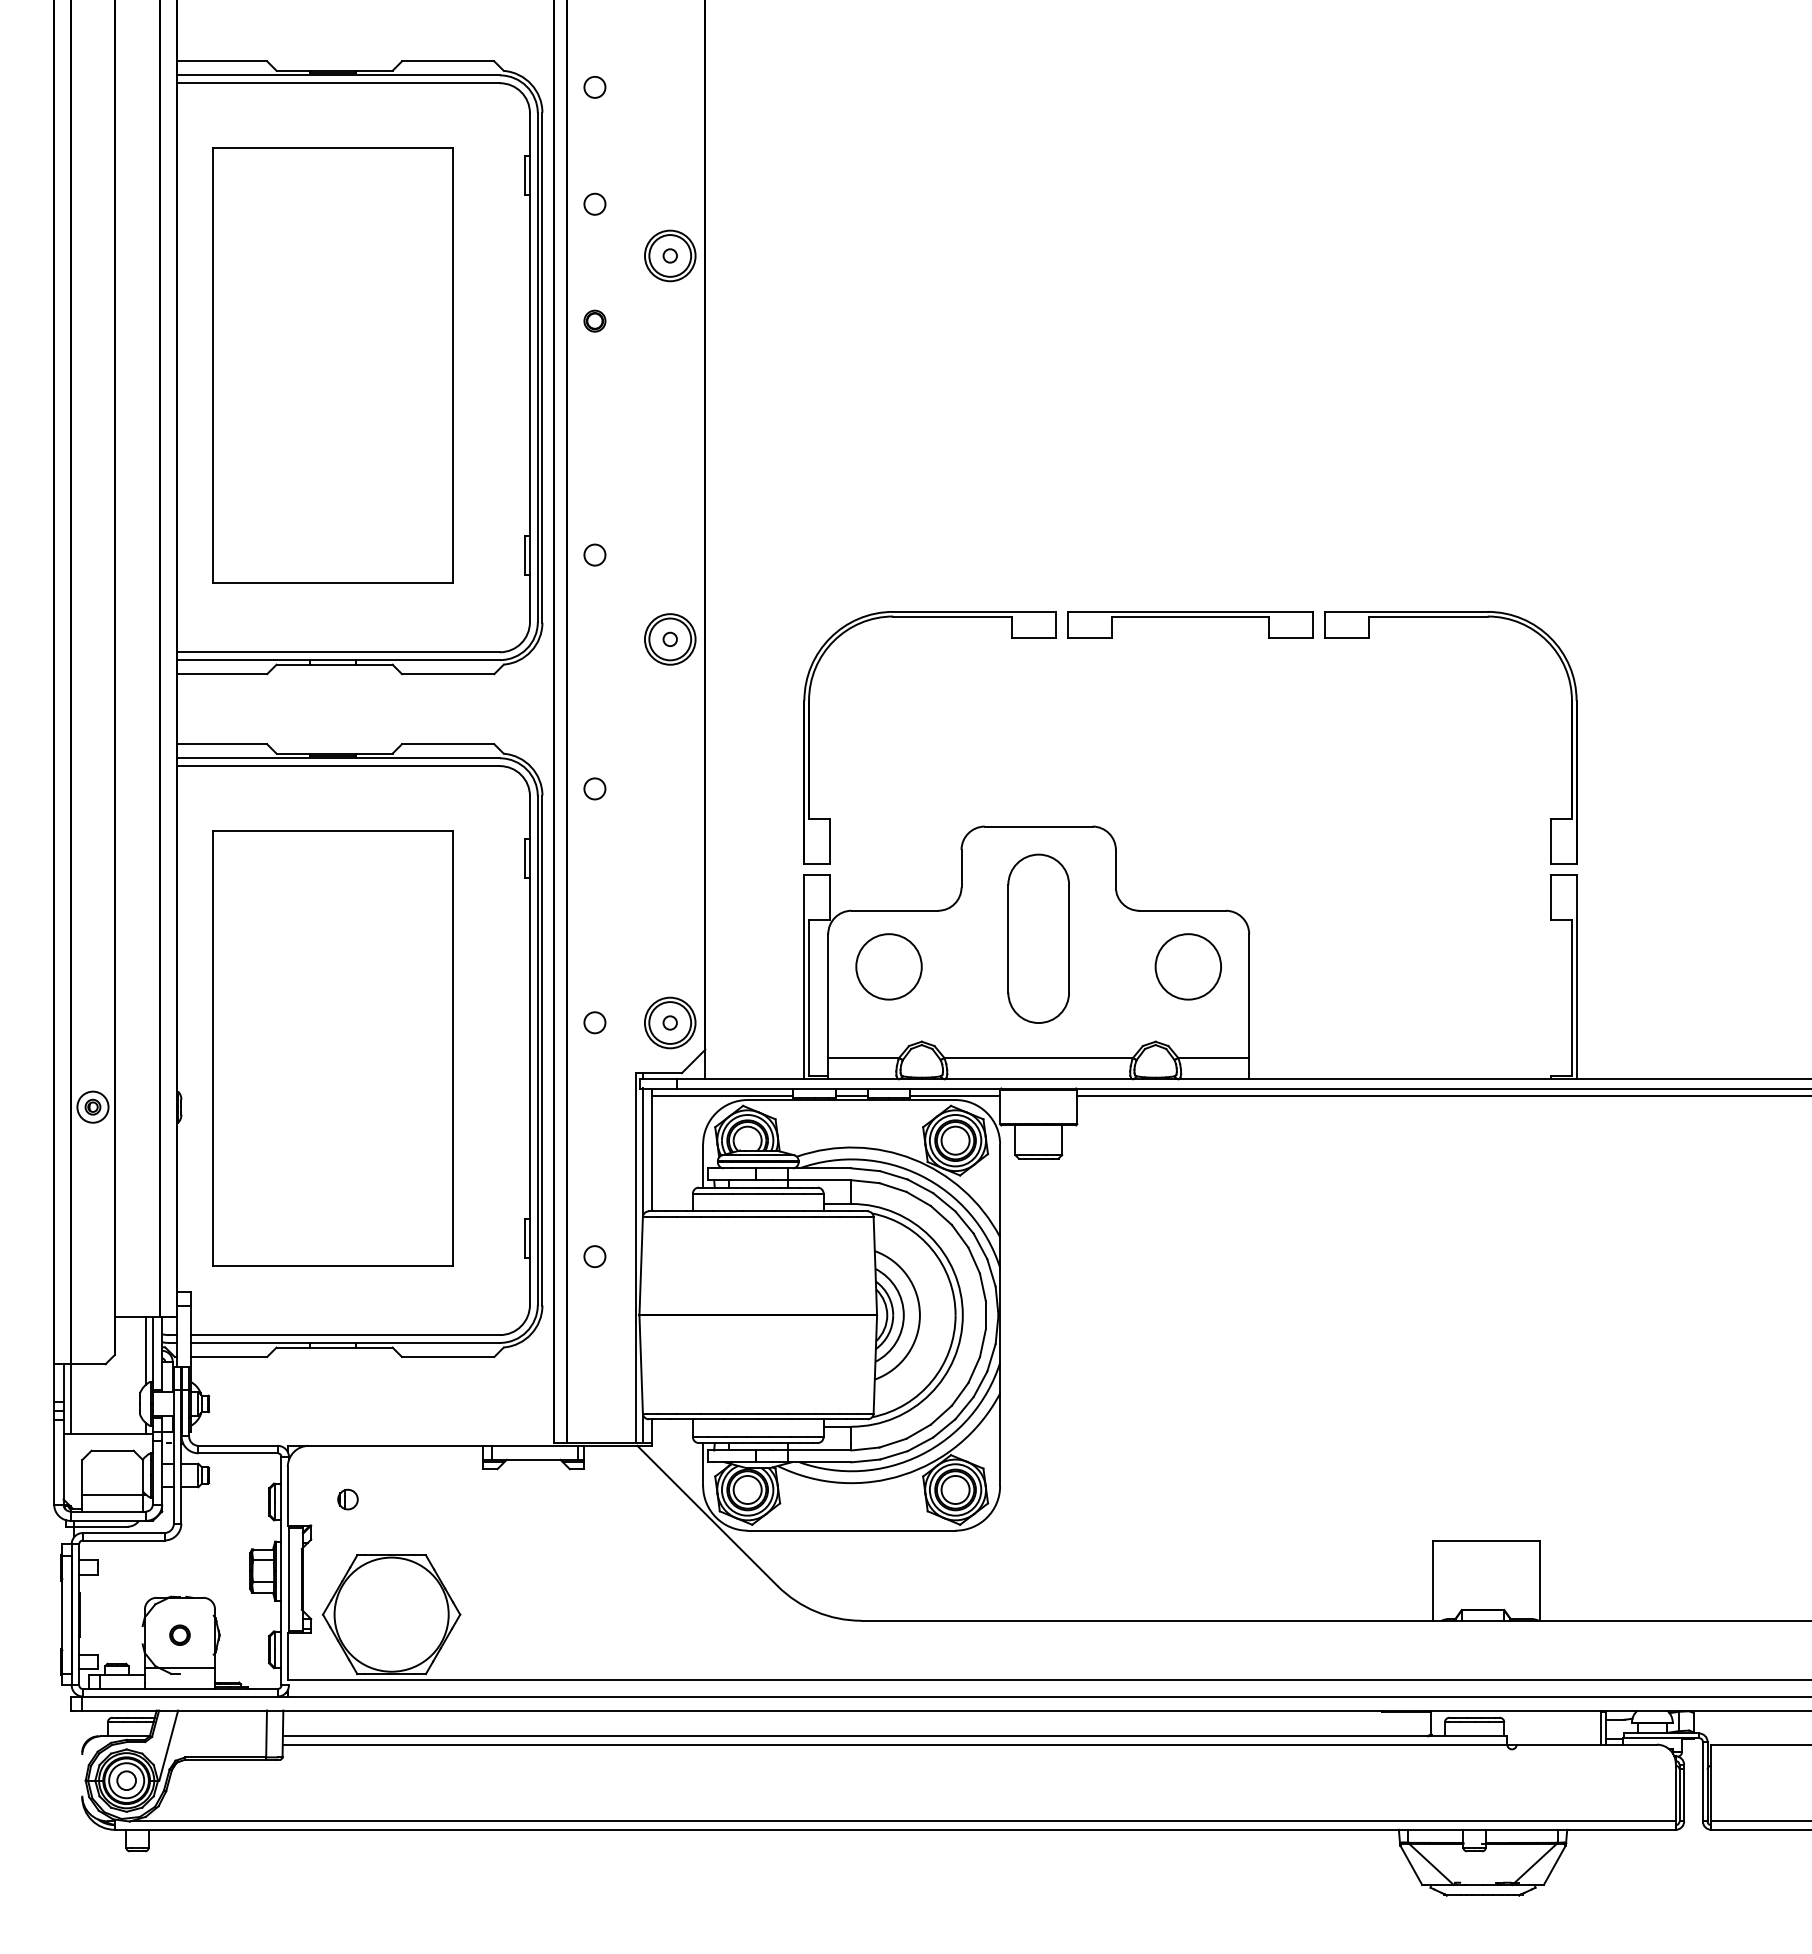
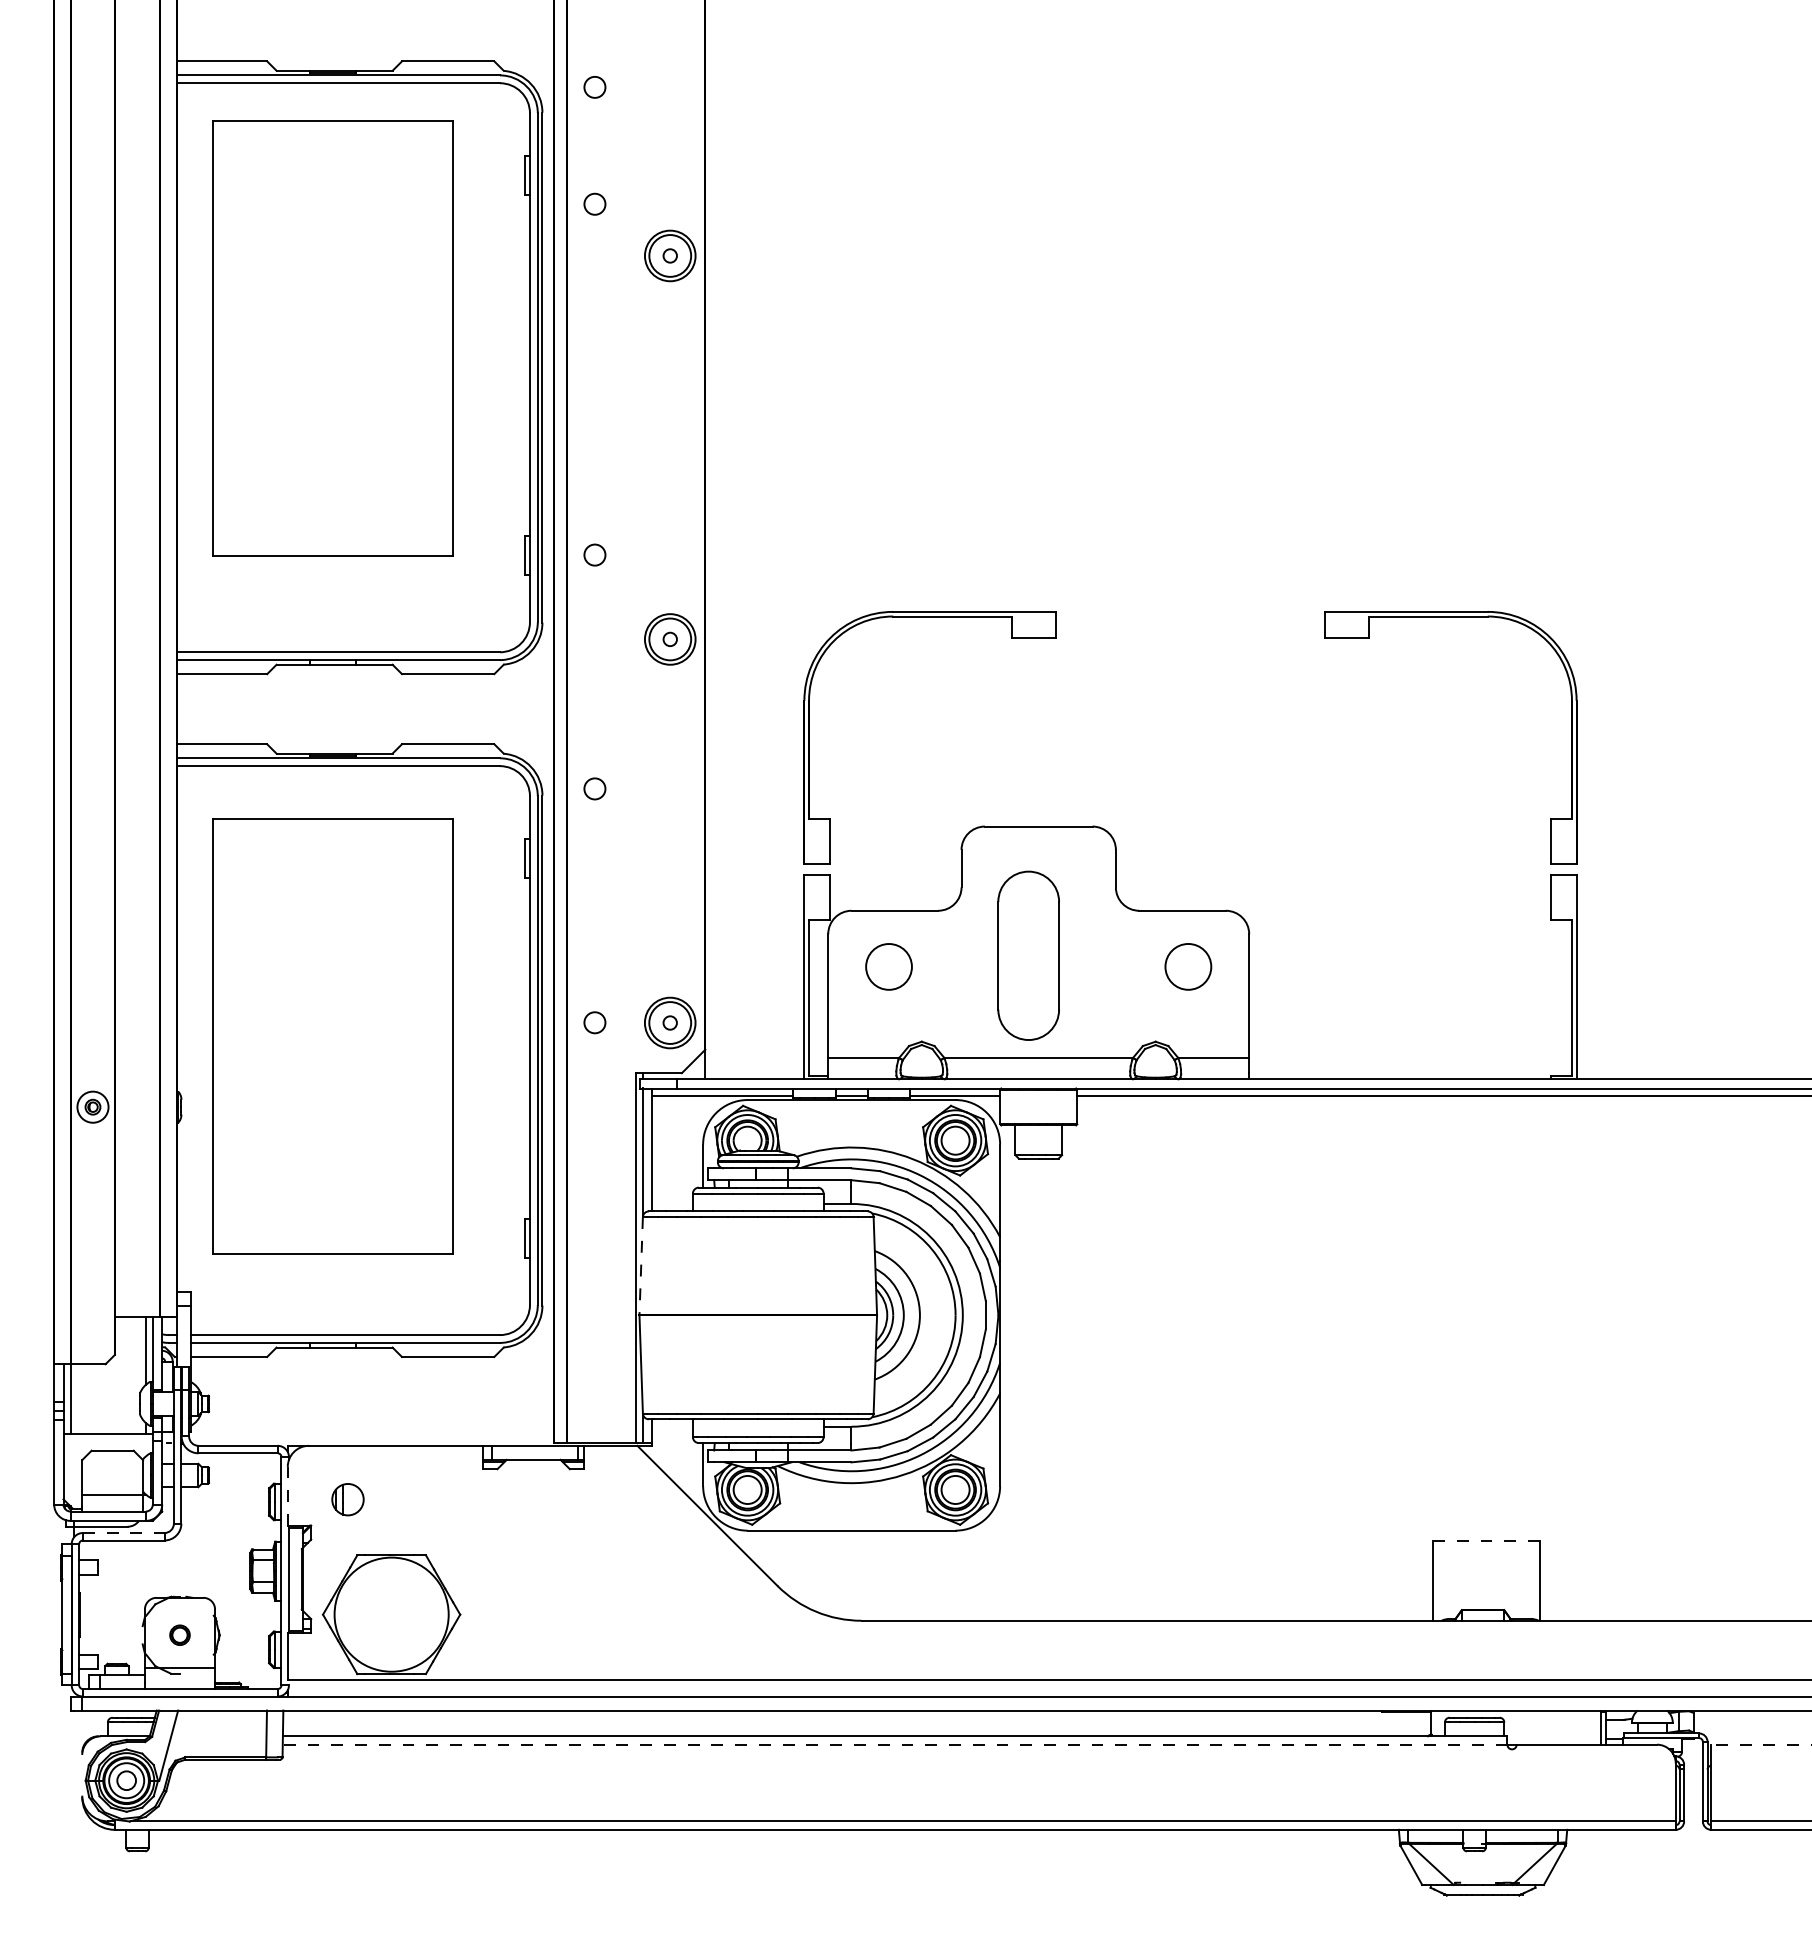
part at (594, 320): present -> none
part at (332, 365) position: (332, 365) -> (332, 338)
part at (1190, 617): present -> none
part at (1038, 938) position: (1038, 938) -> (1028, 955)
circle at (888, 966) size: 68x68 px -> 48x48 px
circle at (1188, 966) diameter: 65 px -> 46 px
part at (332, 1048) position: (332, 1048) -> (332, 1036)
circle at (594, 1256): present -> none
line at (641, 1266): solid -> dashed
line at (287, 1495): solid -> dashed
part at (347, 1499) size: 22x23 px -> 34x34 px
line at (123, 1533): solid -> dashed
line at (1486, 1540): solid -> dashed
line at (894, 1744): solid -> dashed
line at (1760, 1744): solid -> dashed
